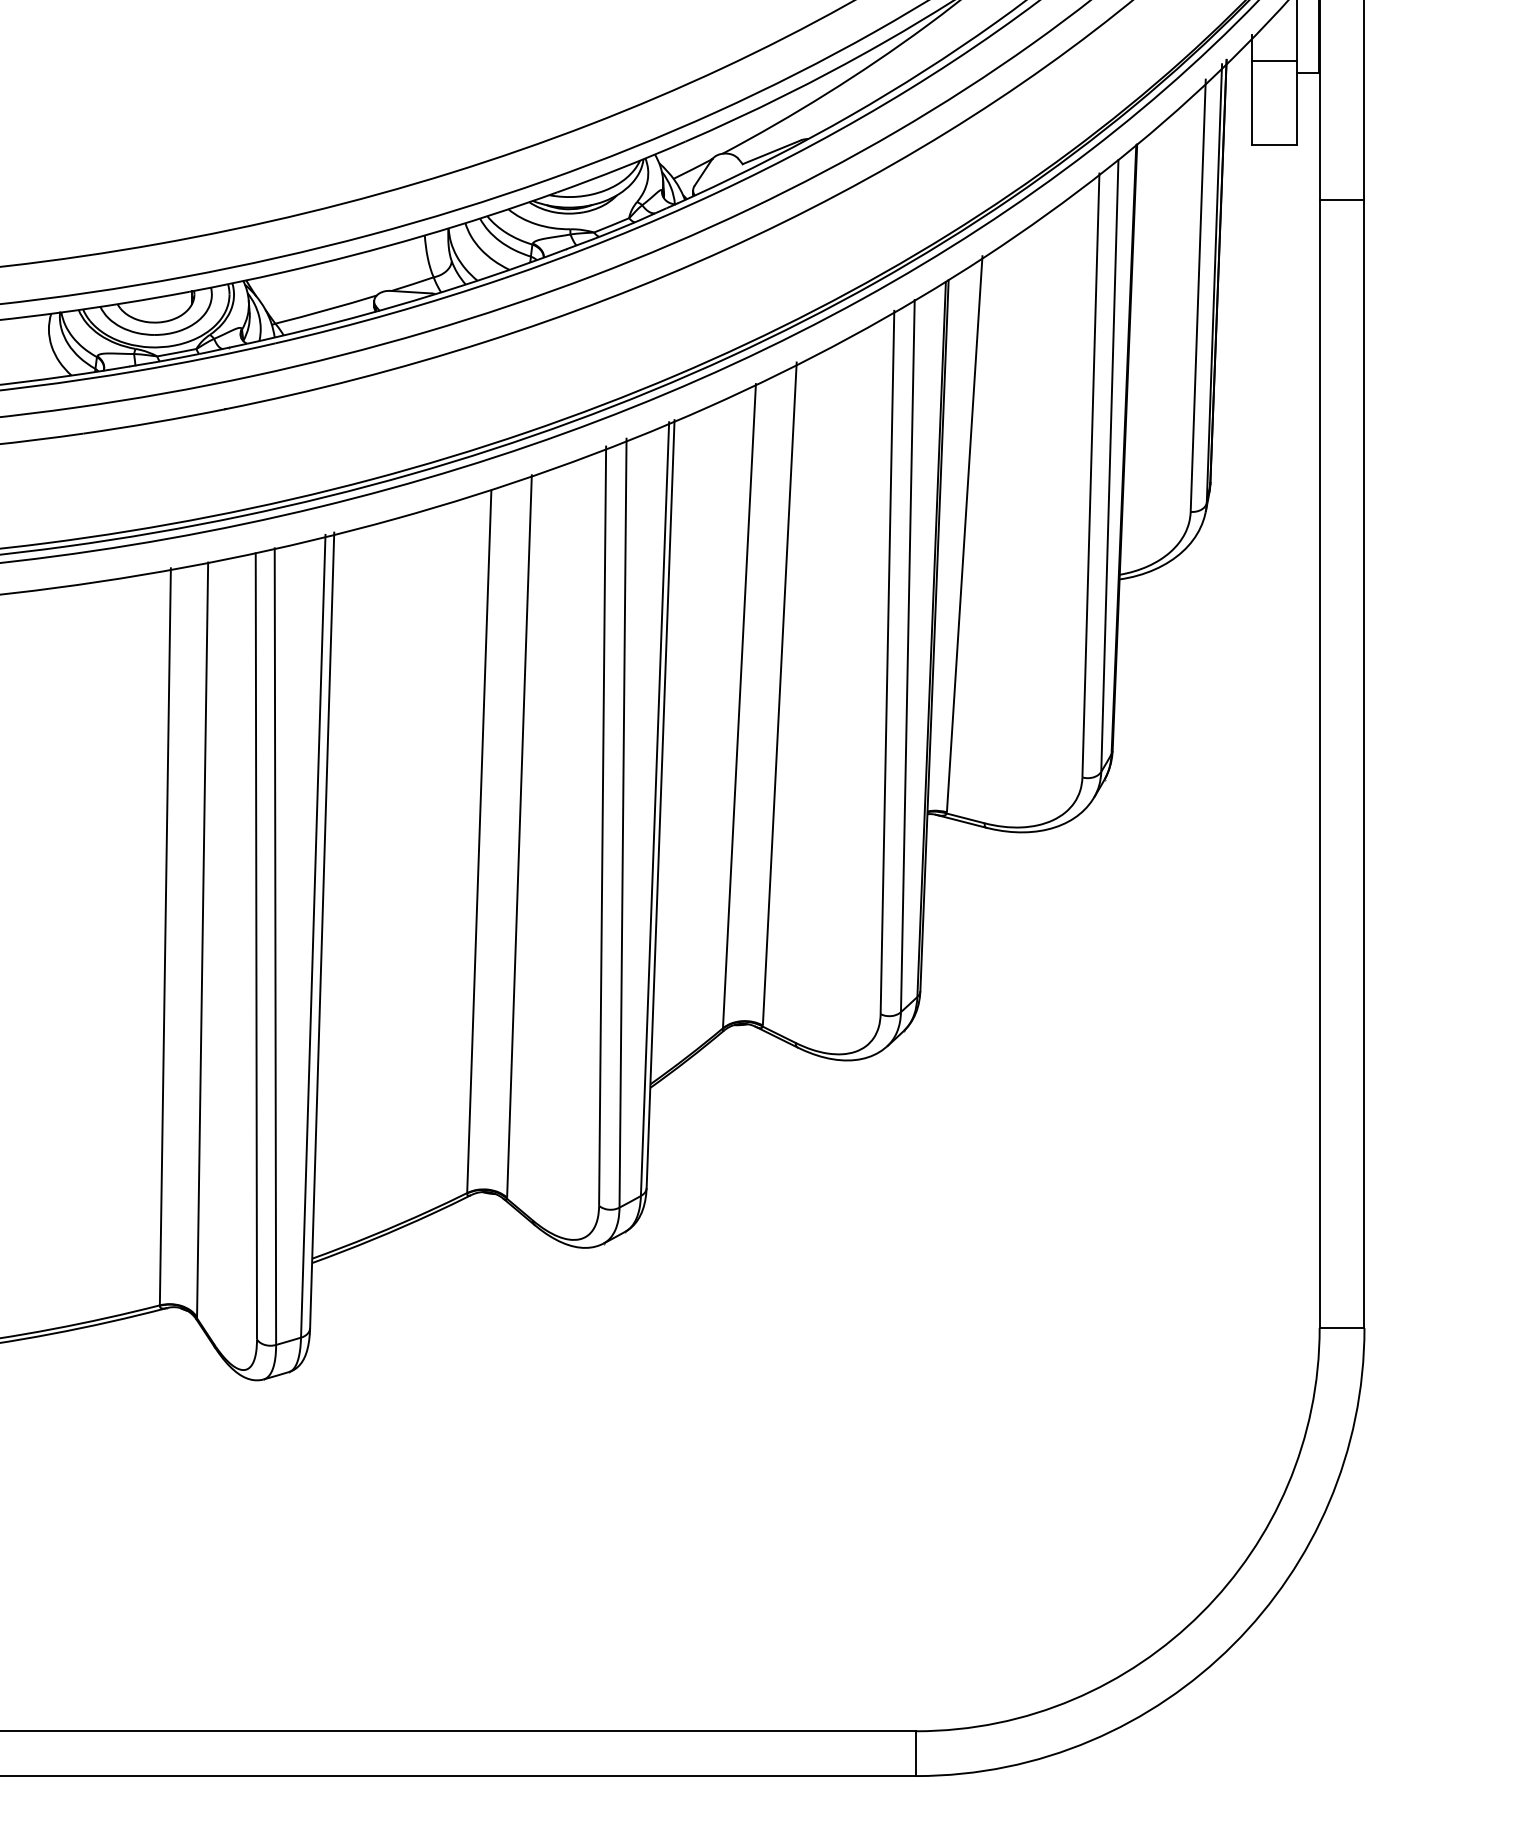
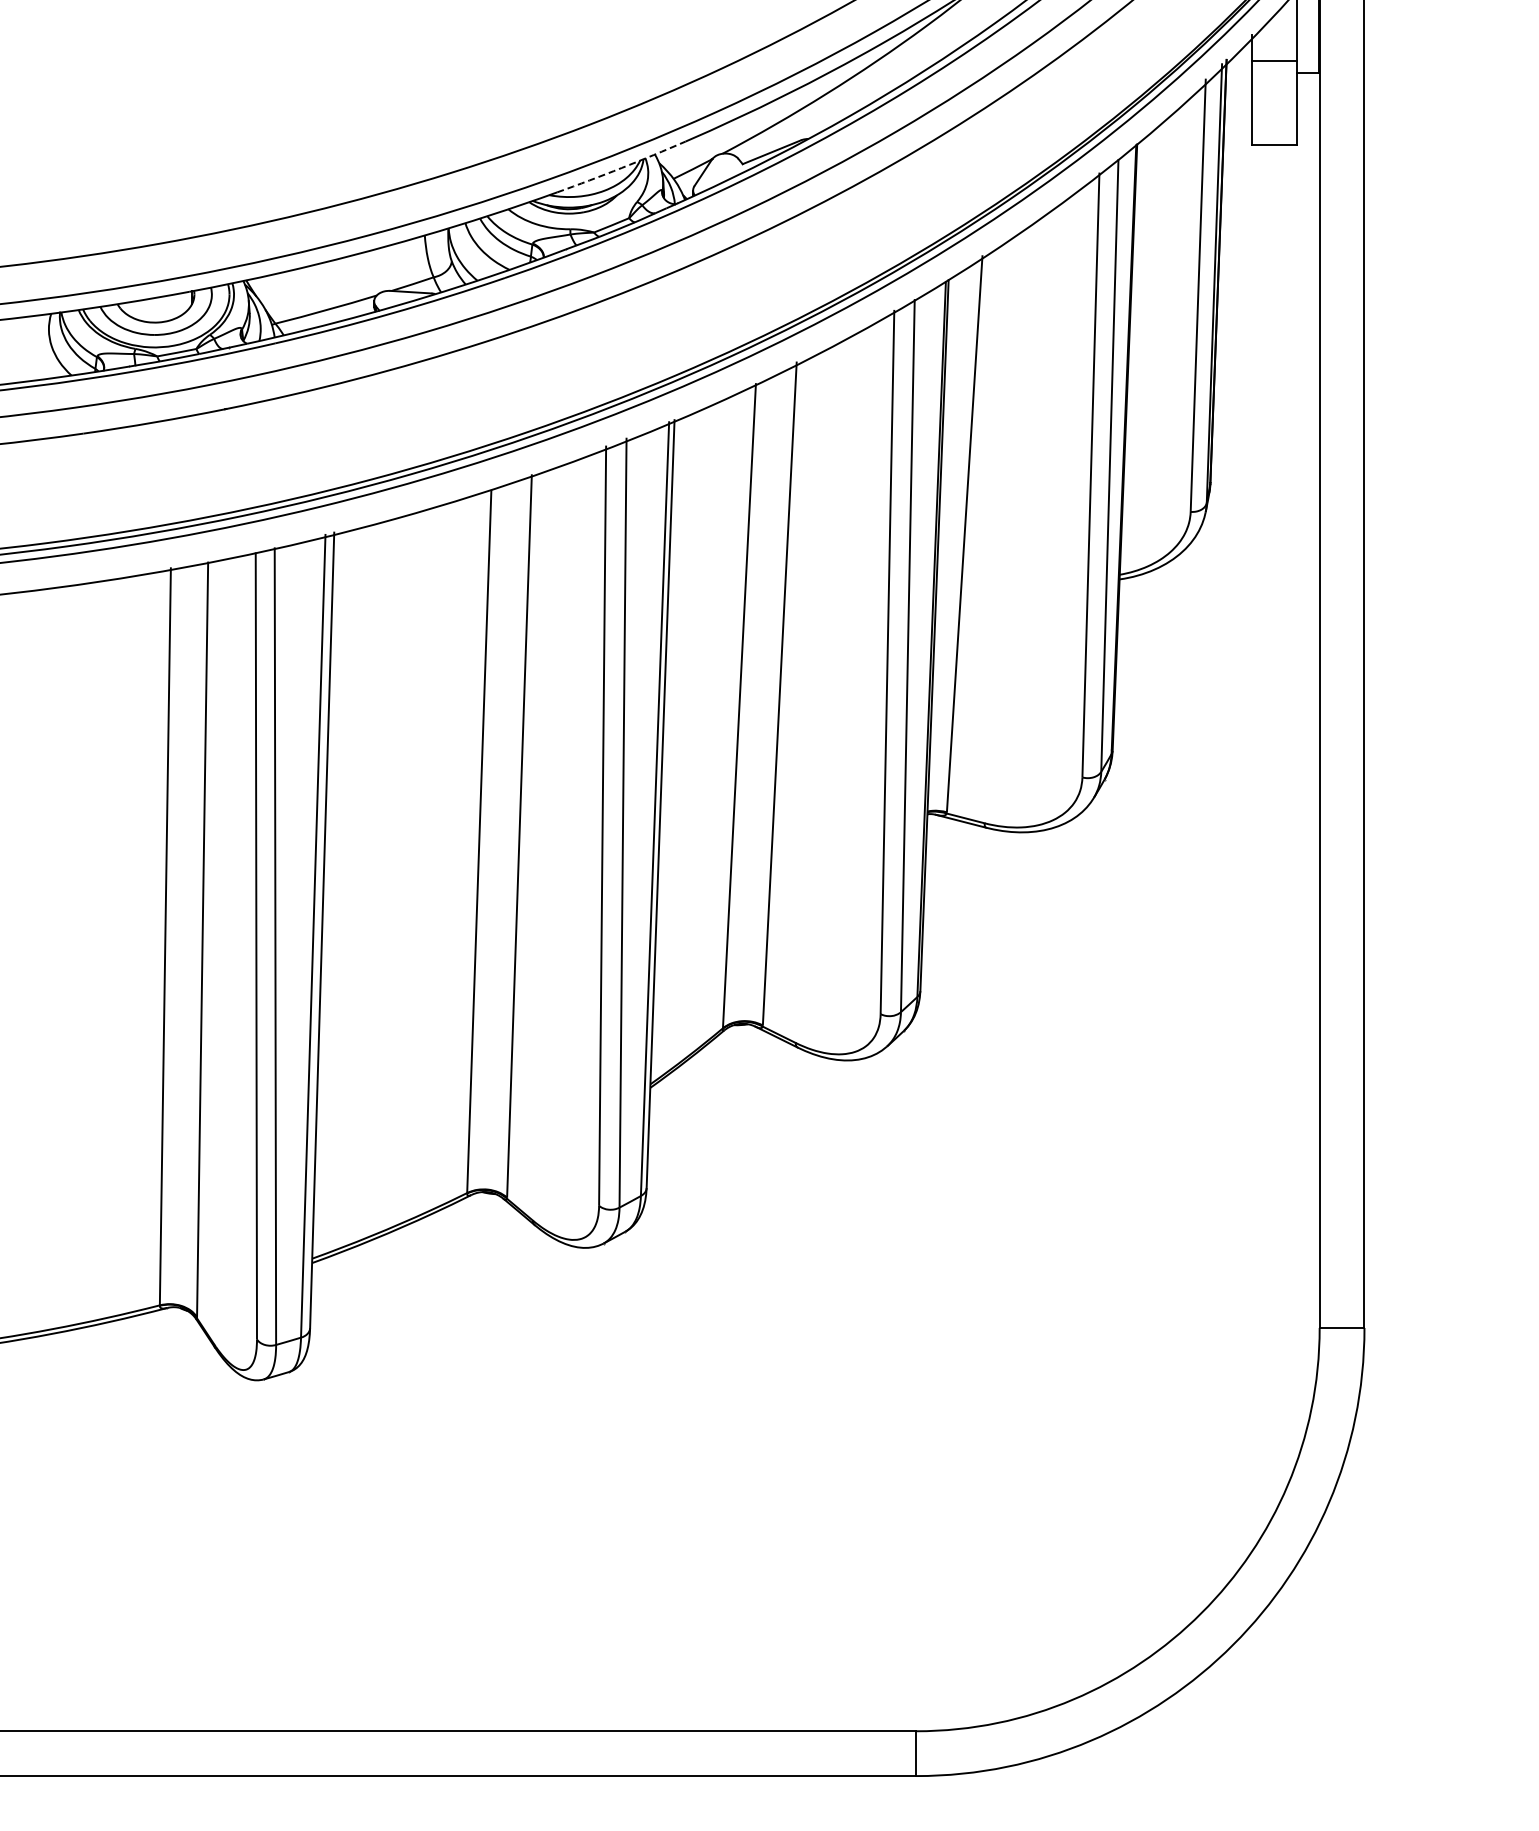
arc at (621, 167): solid -> dashed
line at (1341, 200): present -> none
